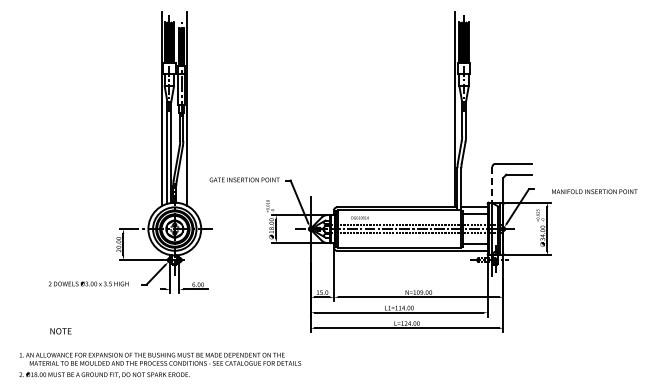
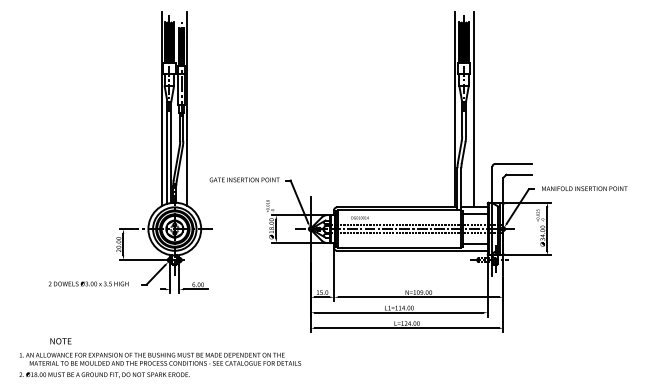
line at (473, 109): none -> present
line at (492, 185): dashed -> solid
text at (594, 191) position: (594, 191) -> (584, 188)
text at (60, 331) position: (60, 331) -> (60, 341)
